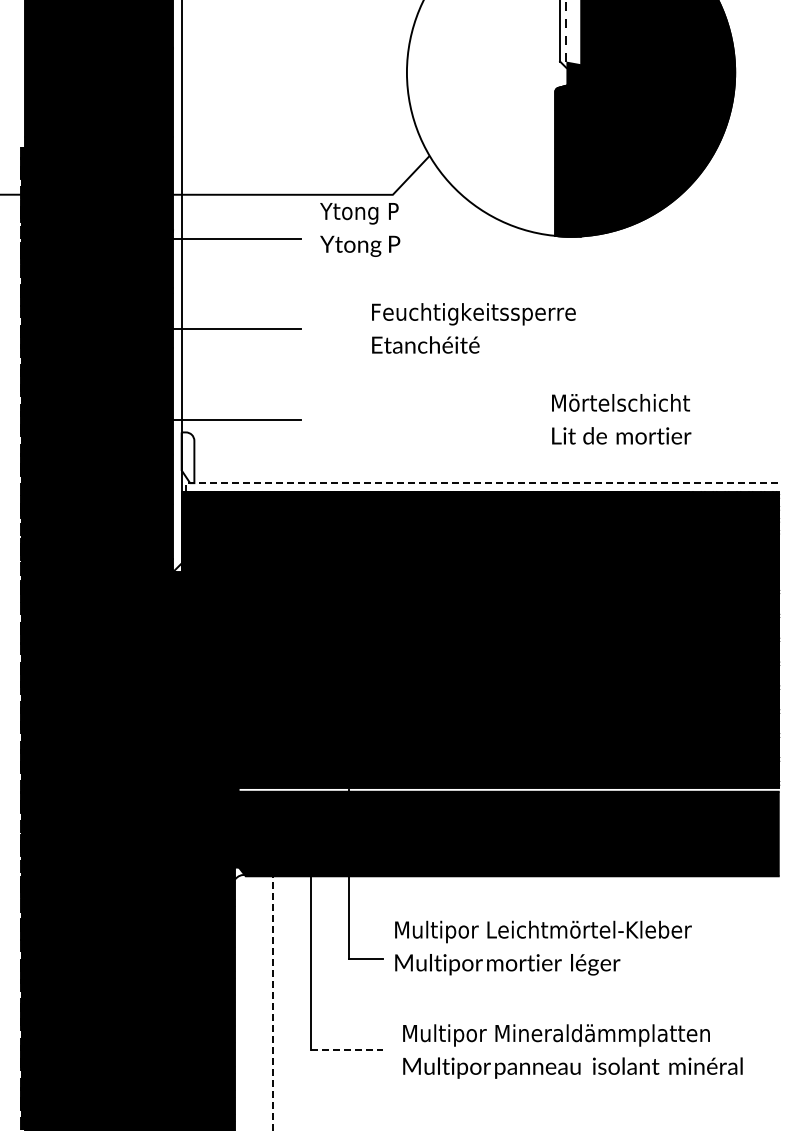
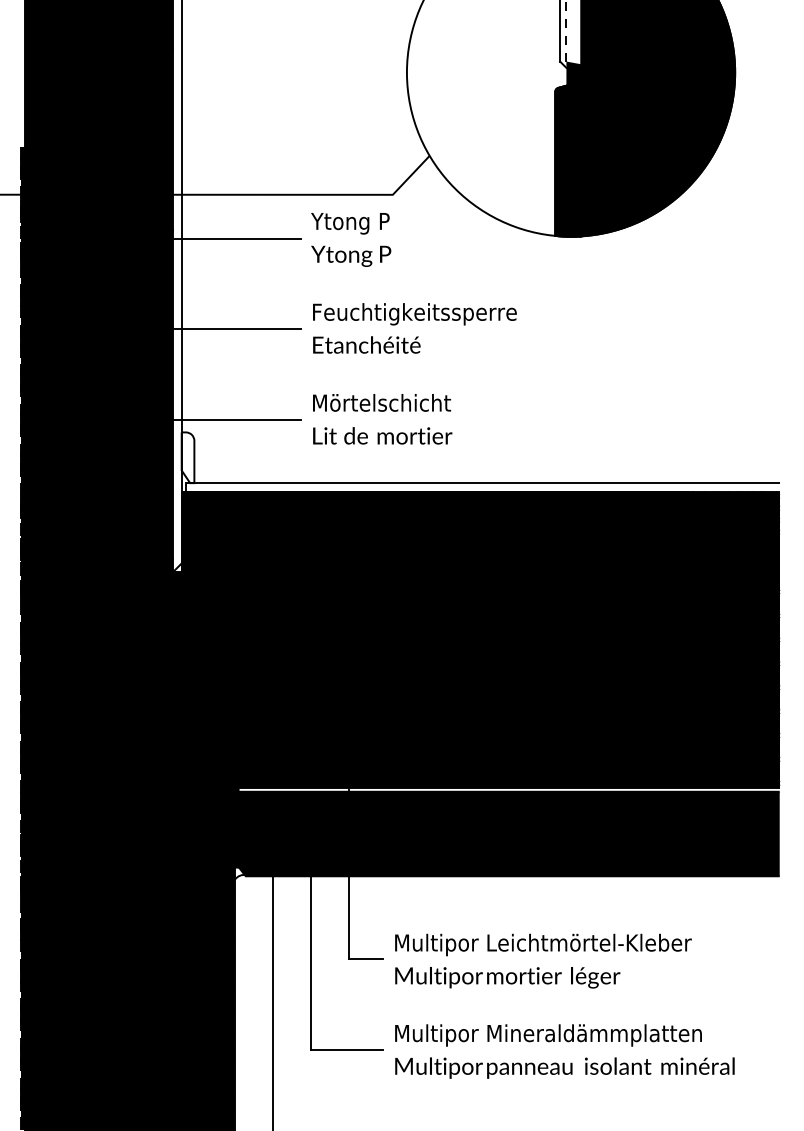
text at (360, 229) position: (360, 229) -> (351, 239)
text at (473, 328) position: (473, 328) -> (414, 328)
text at (621, 419) position: (621, 419) -> (382, 419)
line at (477, 483): dashed -> solid
text at (543, 947) position: (543, 947) -> (543, 960)
line at (273, 984): dashed -> solid
line at (346, 1049): dashed -> solid
text at (572, 1051) position: (572, 1051) -> (564, 1051)
